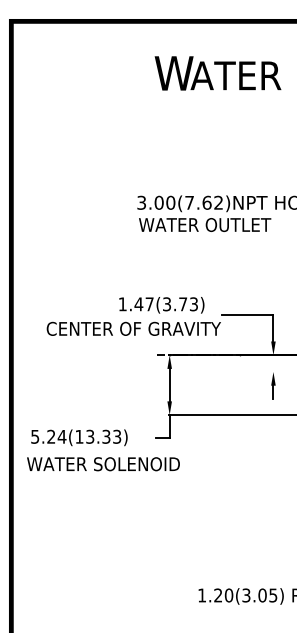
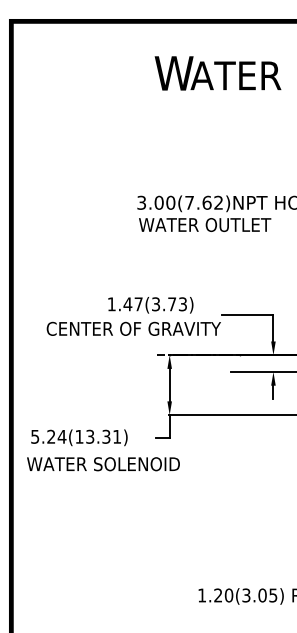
text at (161, 305) position: (161, 305) -> (150, 305)
line at (262, 371): none -> present
text at (117, 436): 5.24(13.33) -> 5.24(13.31)
